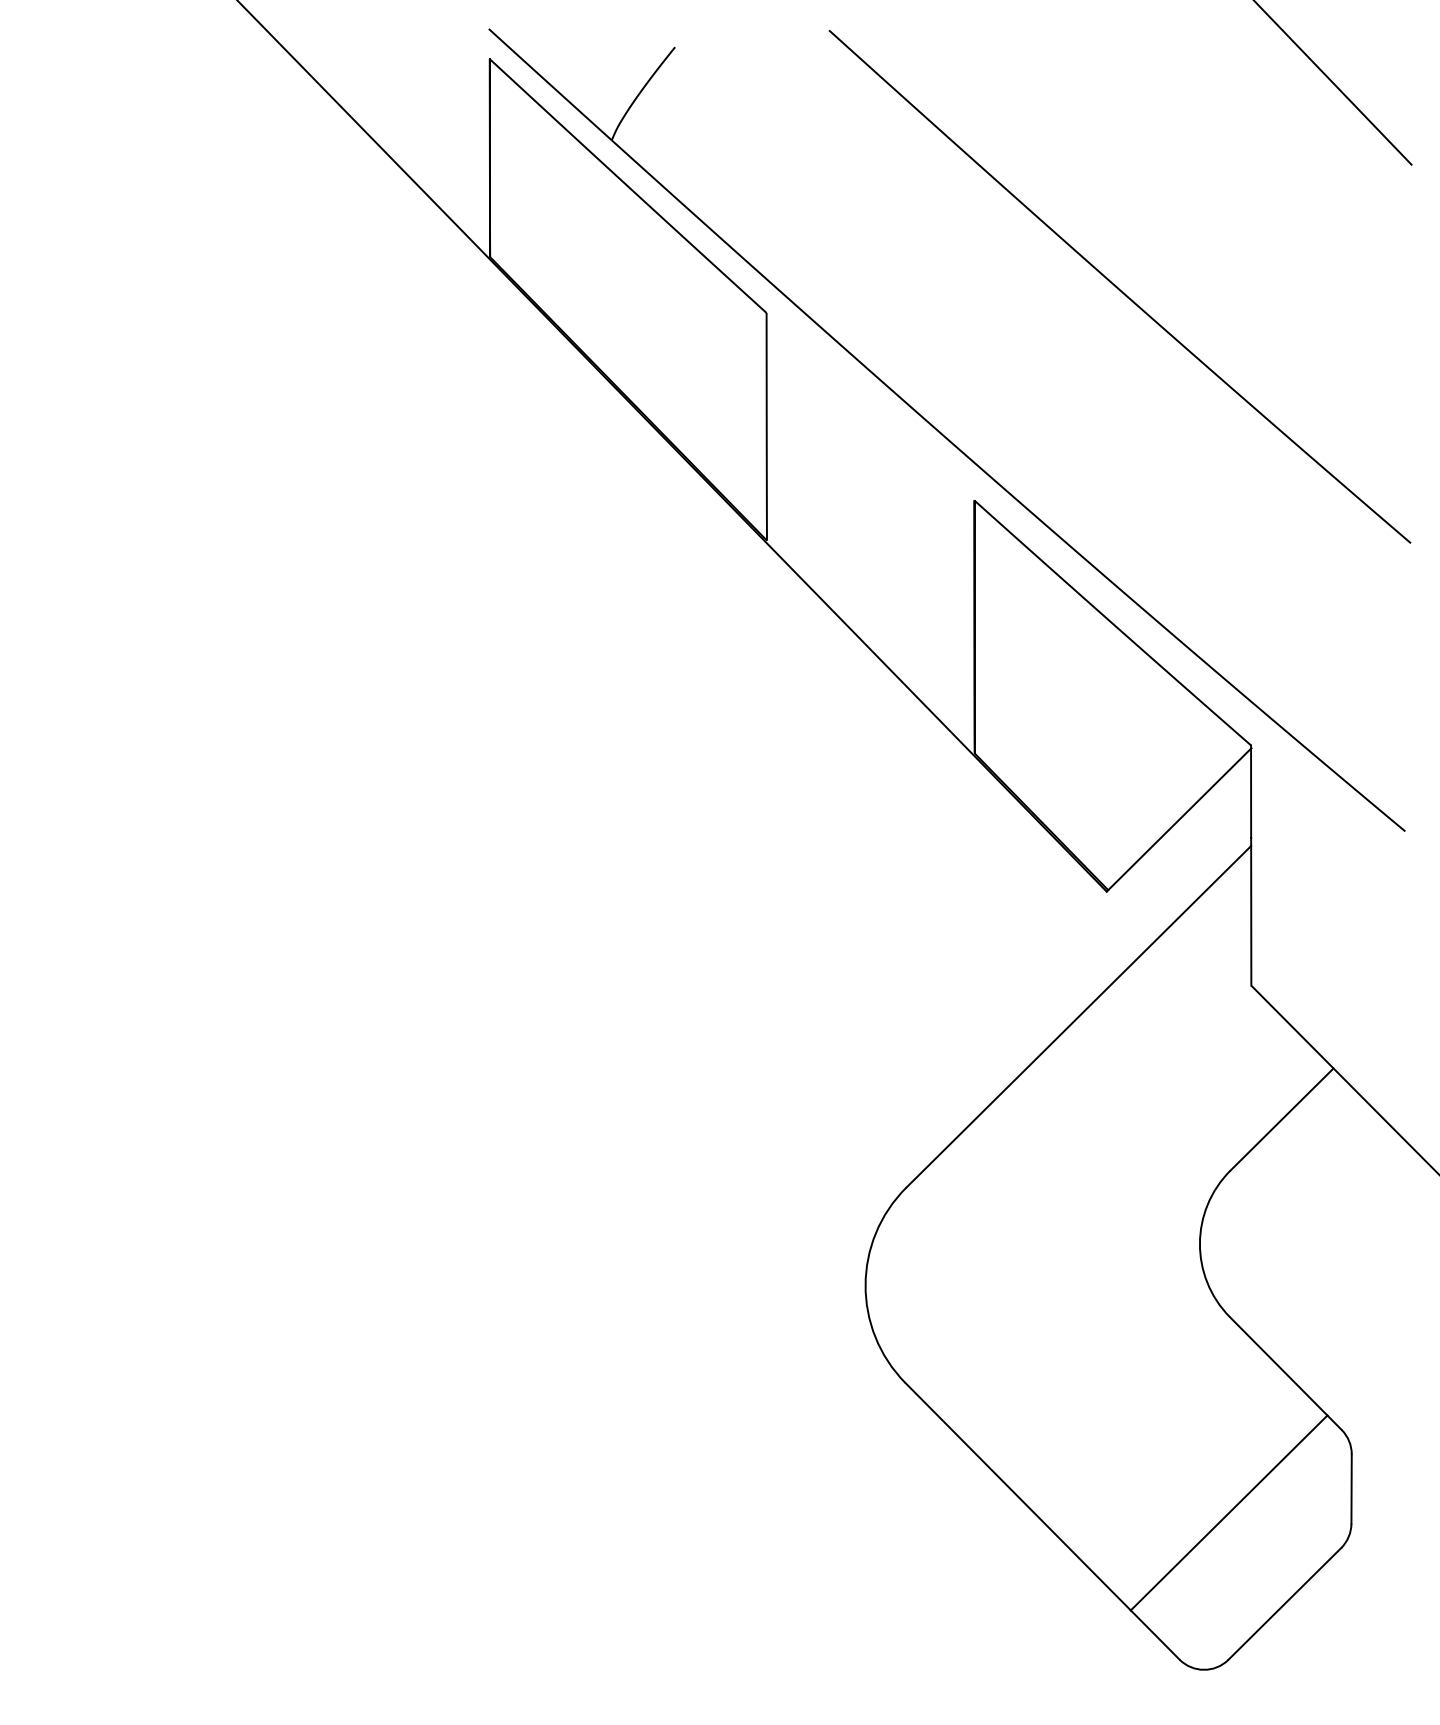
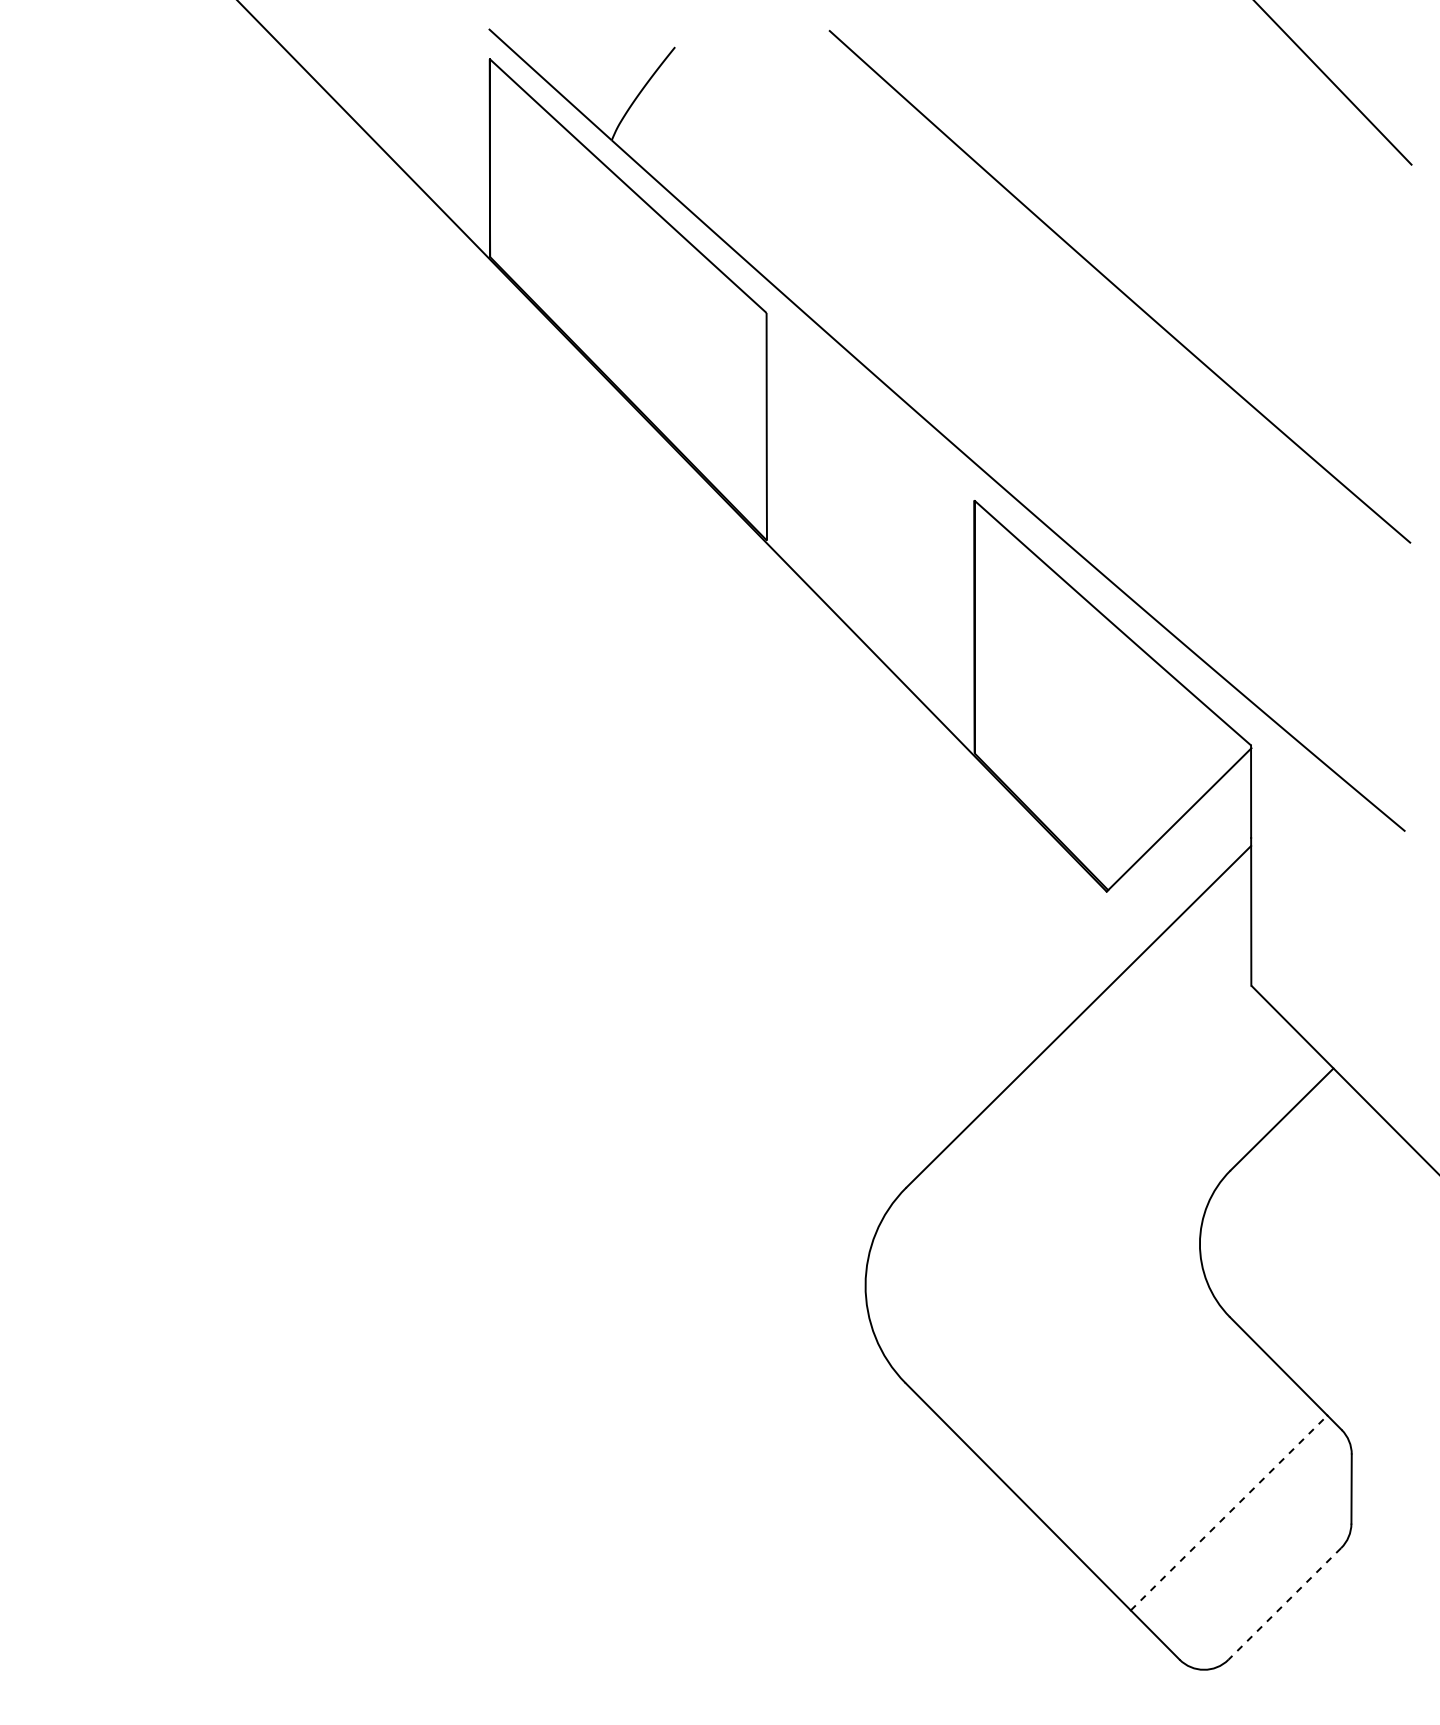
line at (1229, 1512): solid -> dashed
line at (1284, 1604): solid -> dashed
